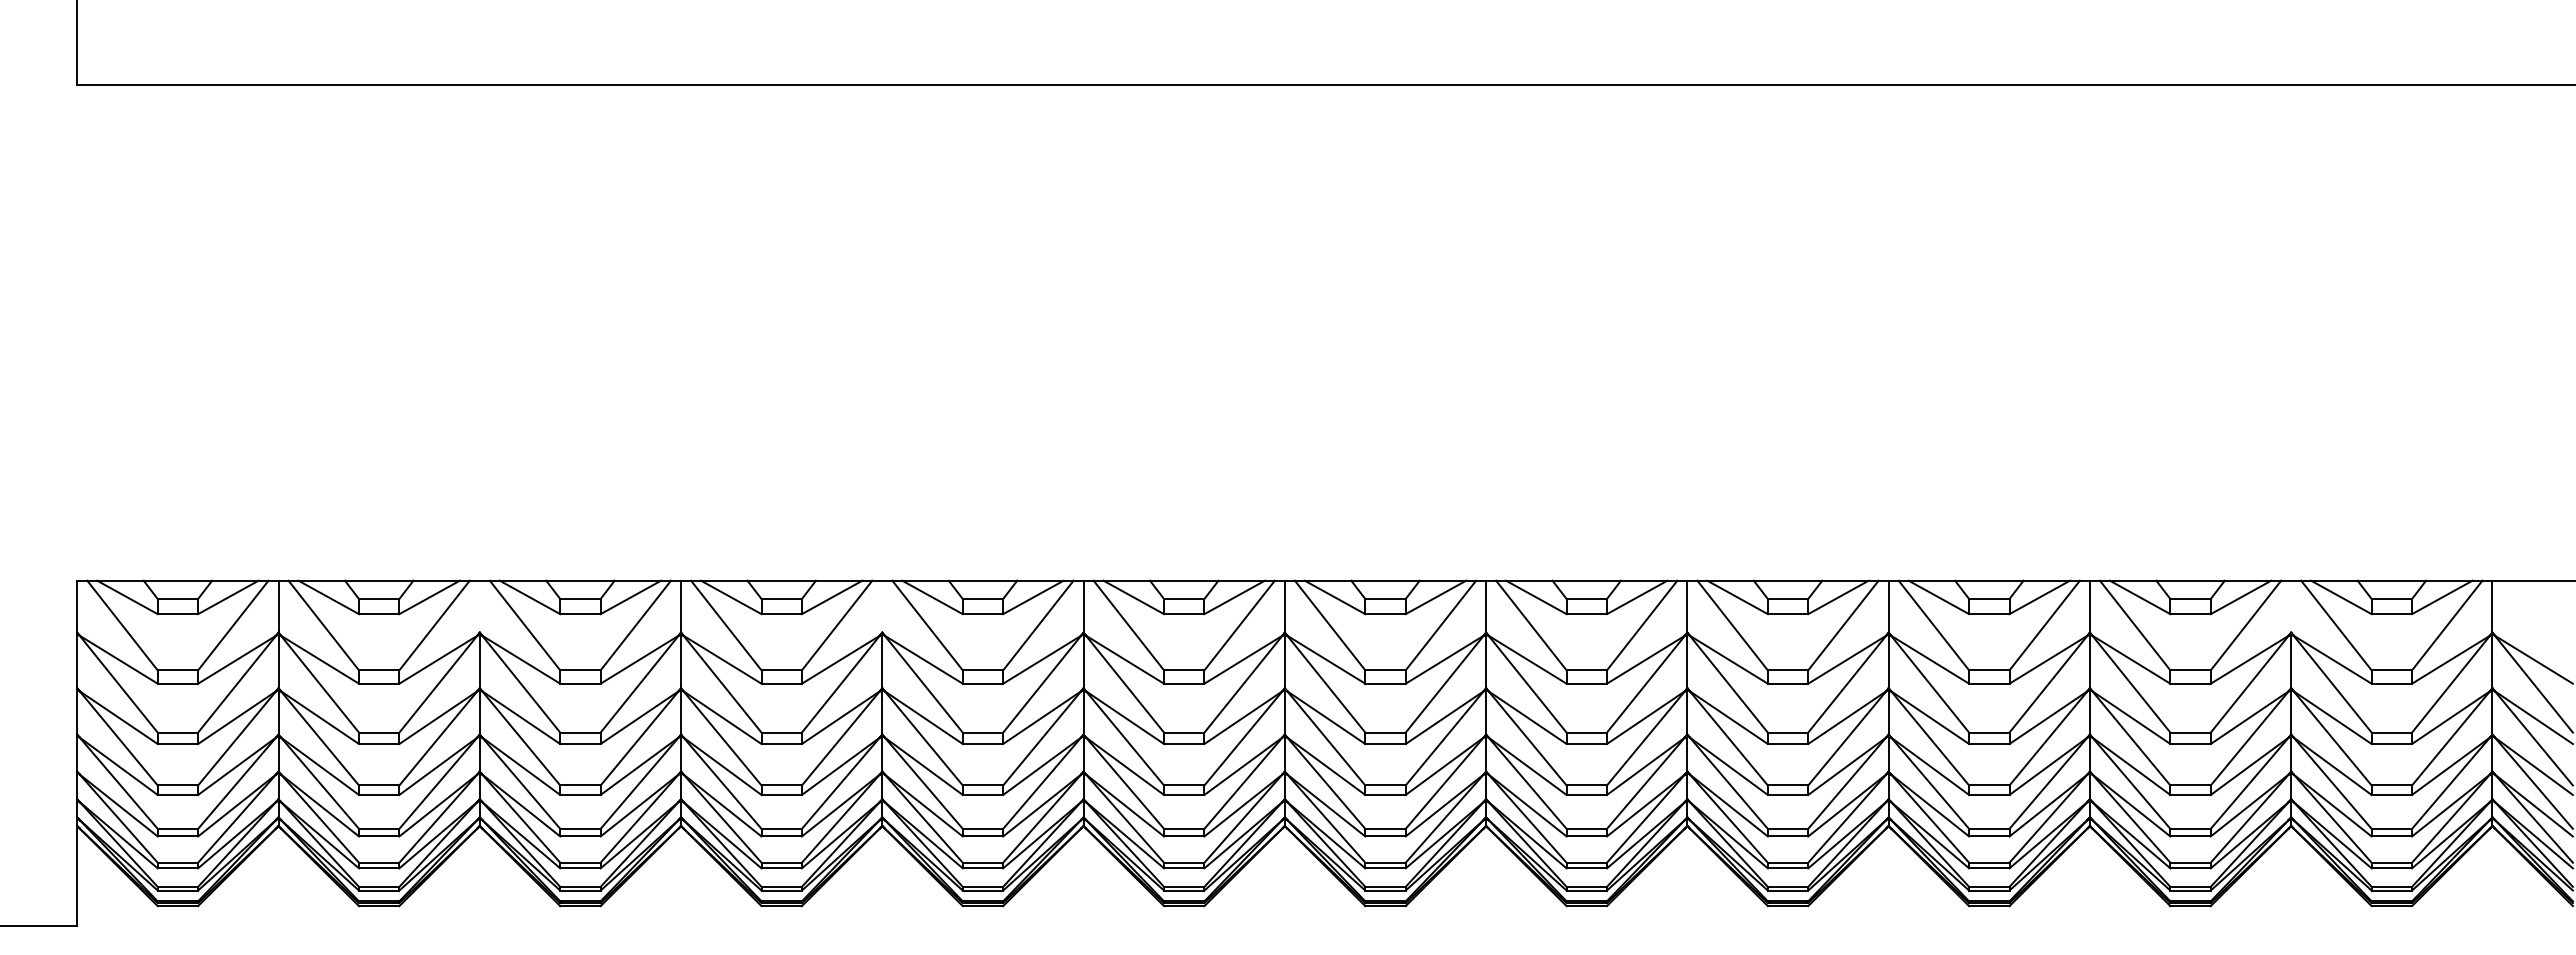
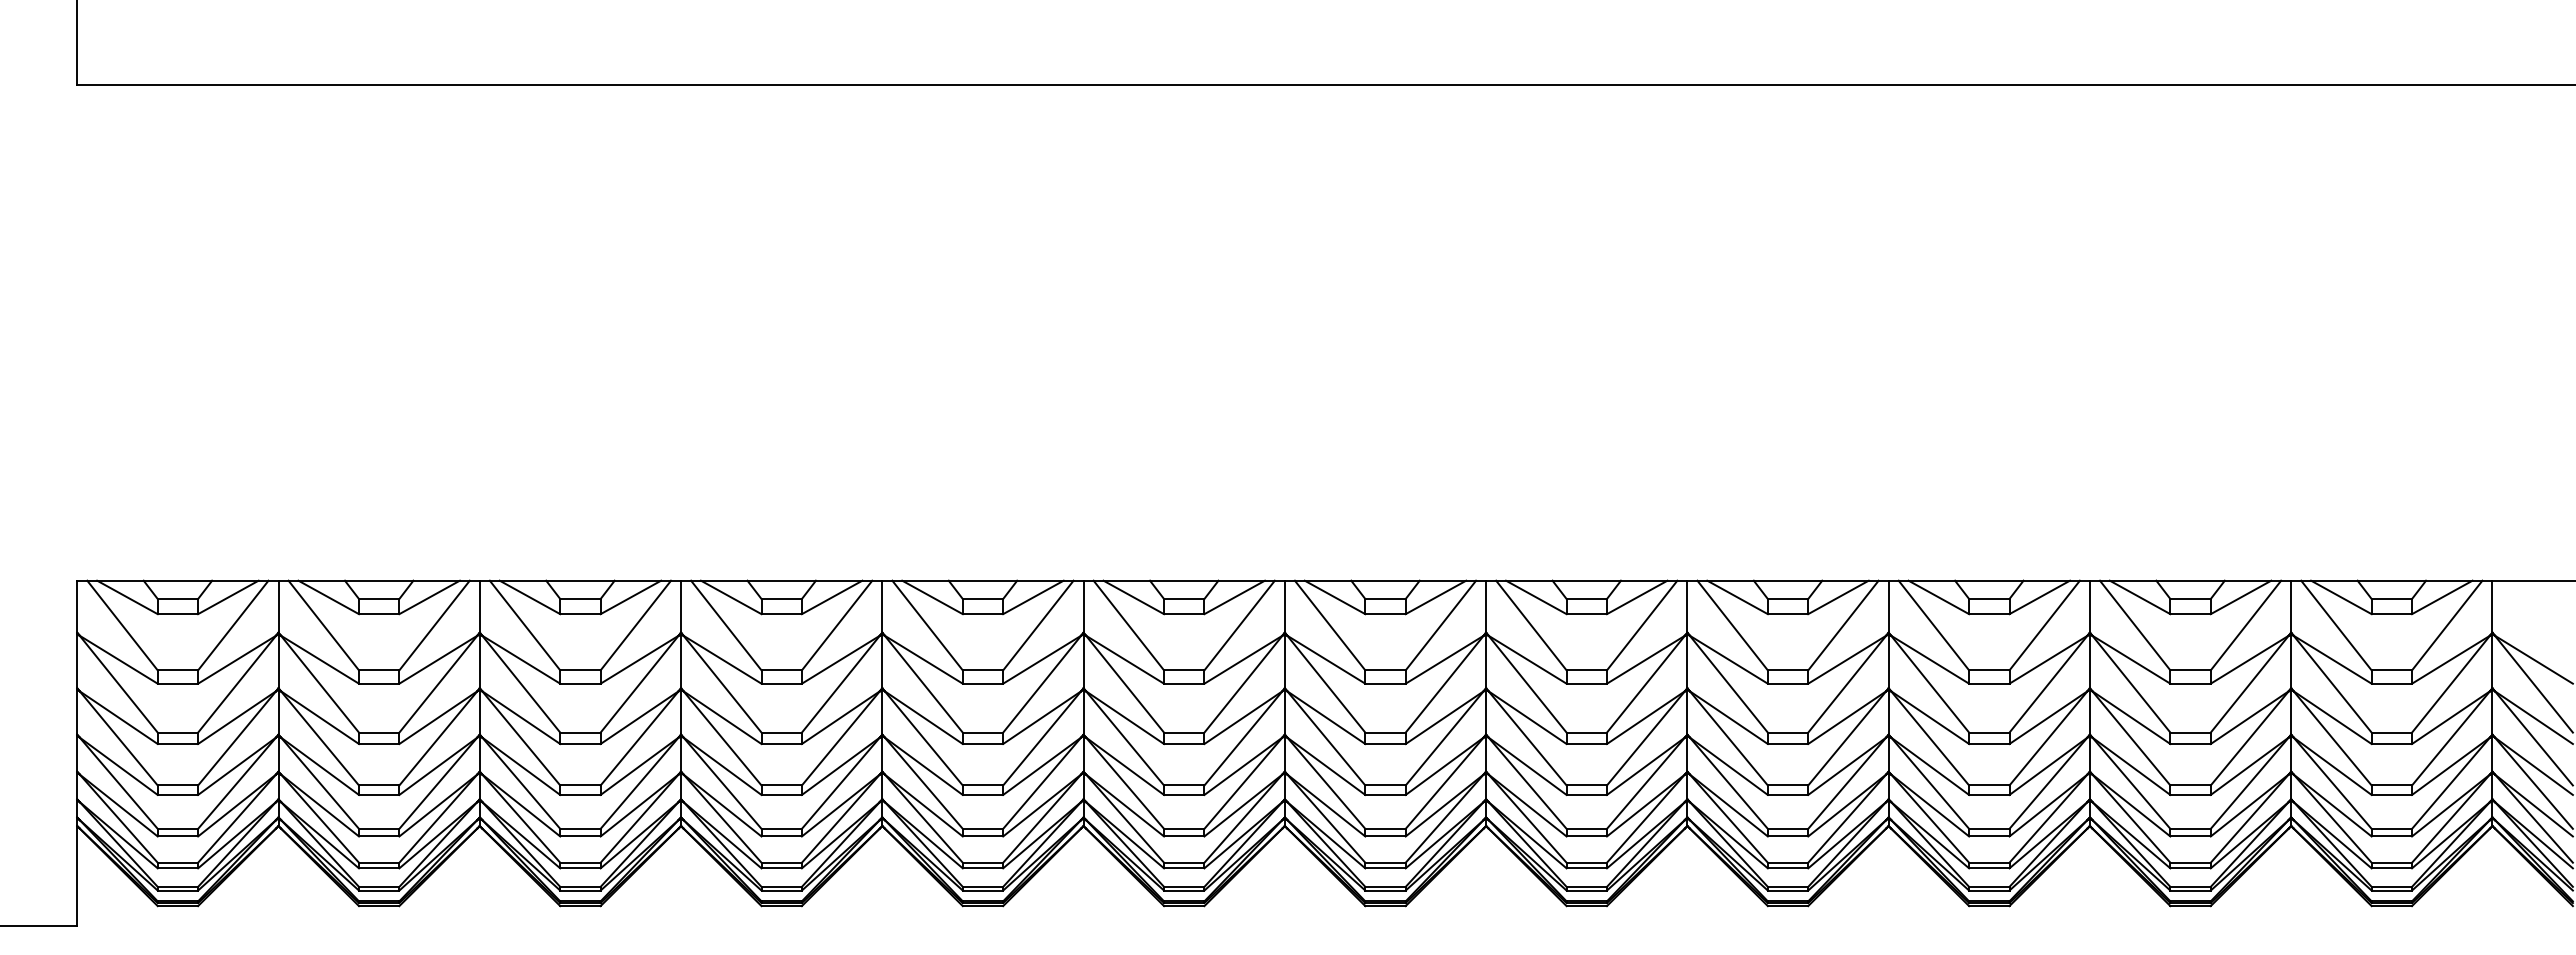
line at (479, 606): none -> present
line at (882, 606): none -> present
line at (2291, 606): none -> present
